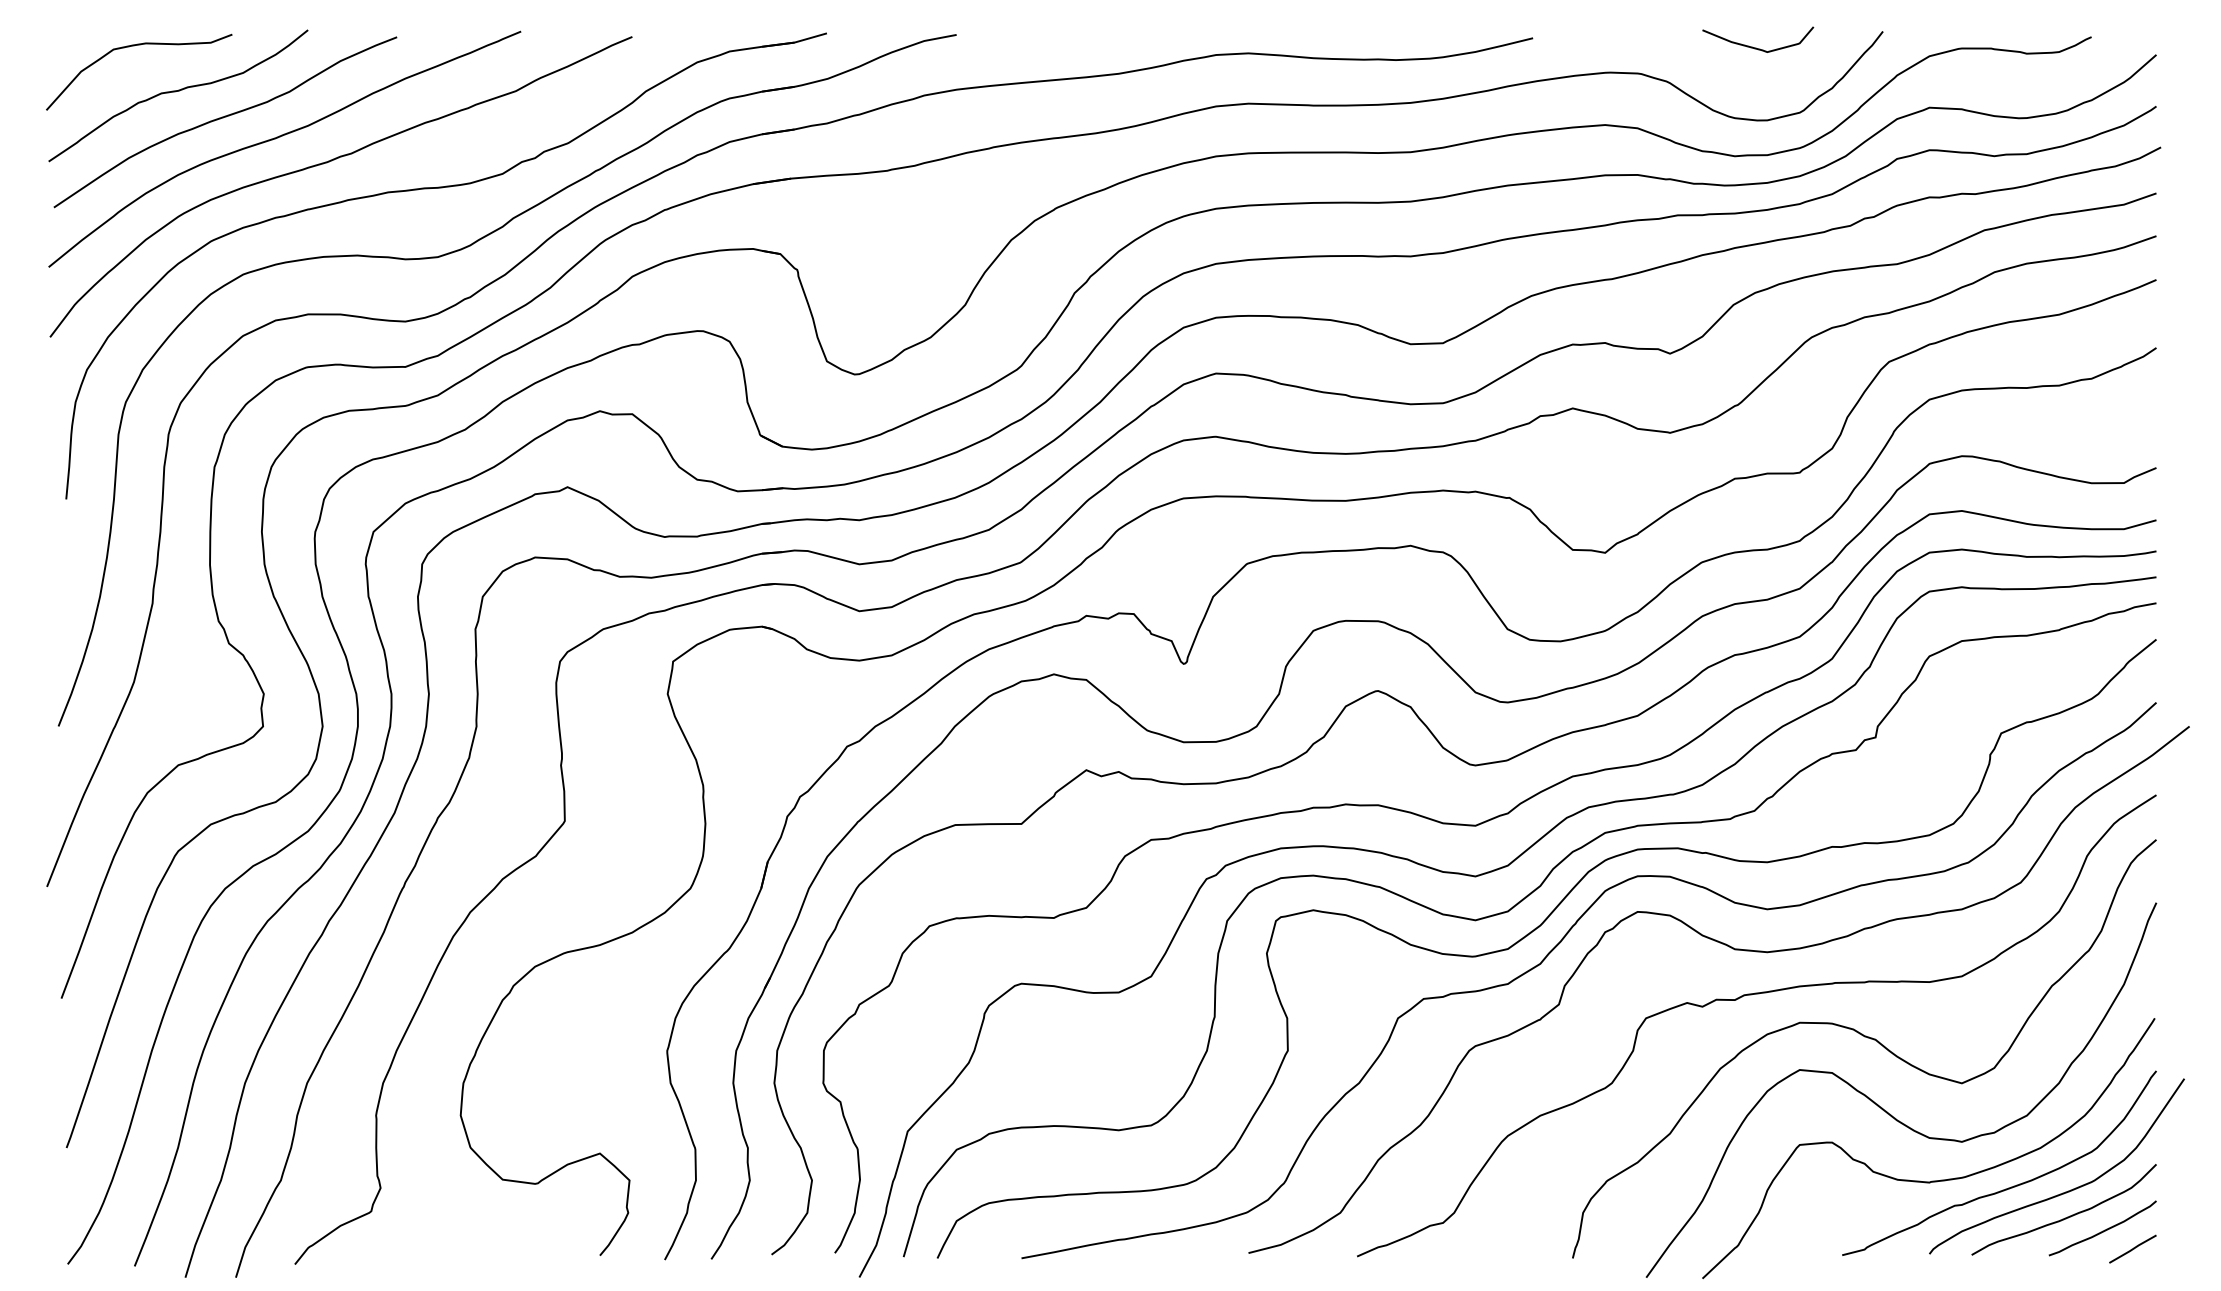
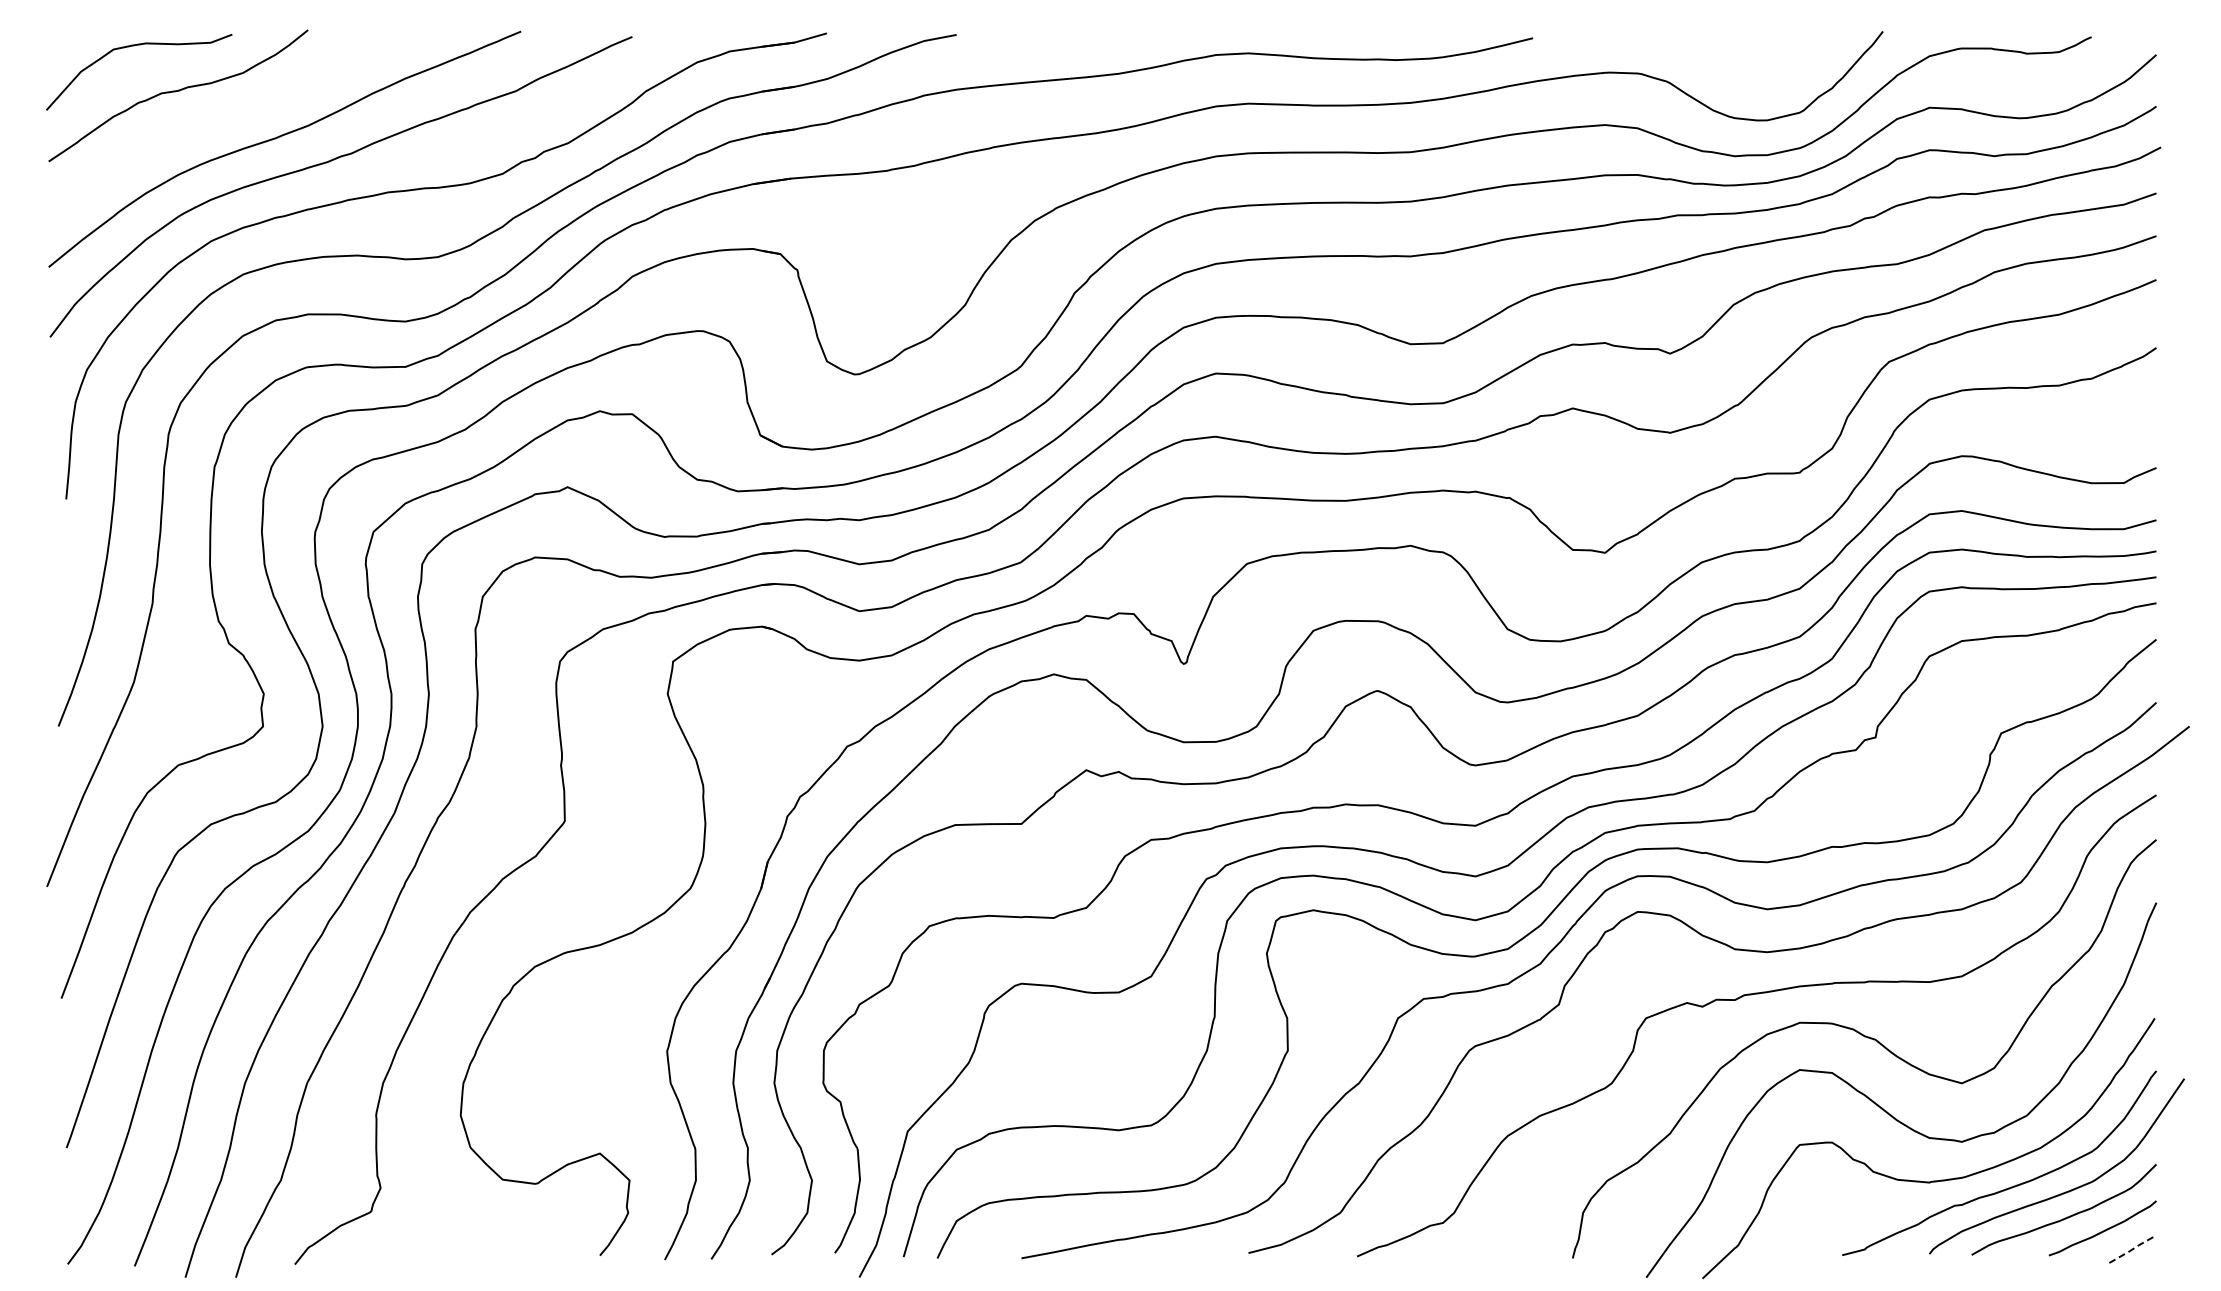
curve at (1756, 47): present -> none
curve at (223, 118): present -> none
line at (2133, 1249): solid -> dashed
